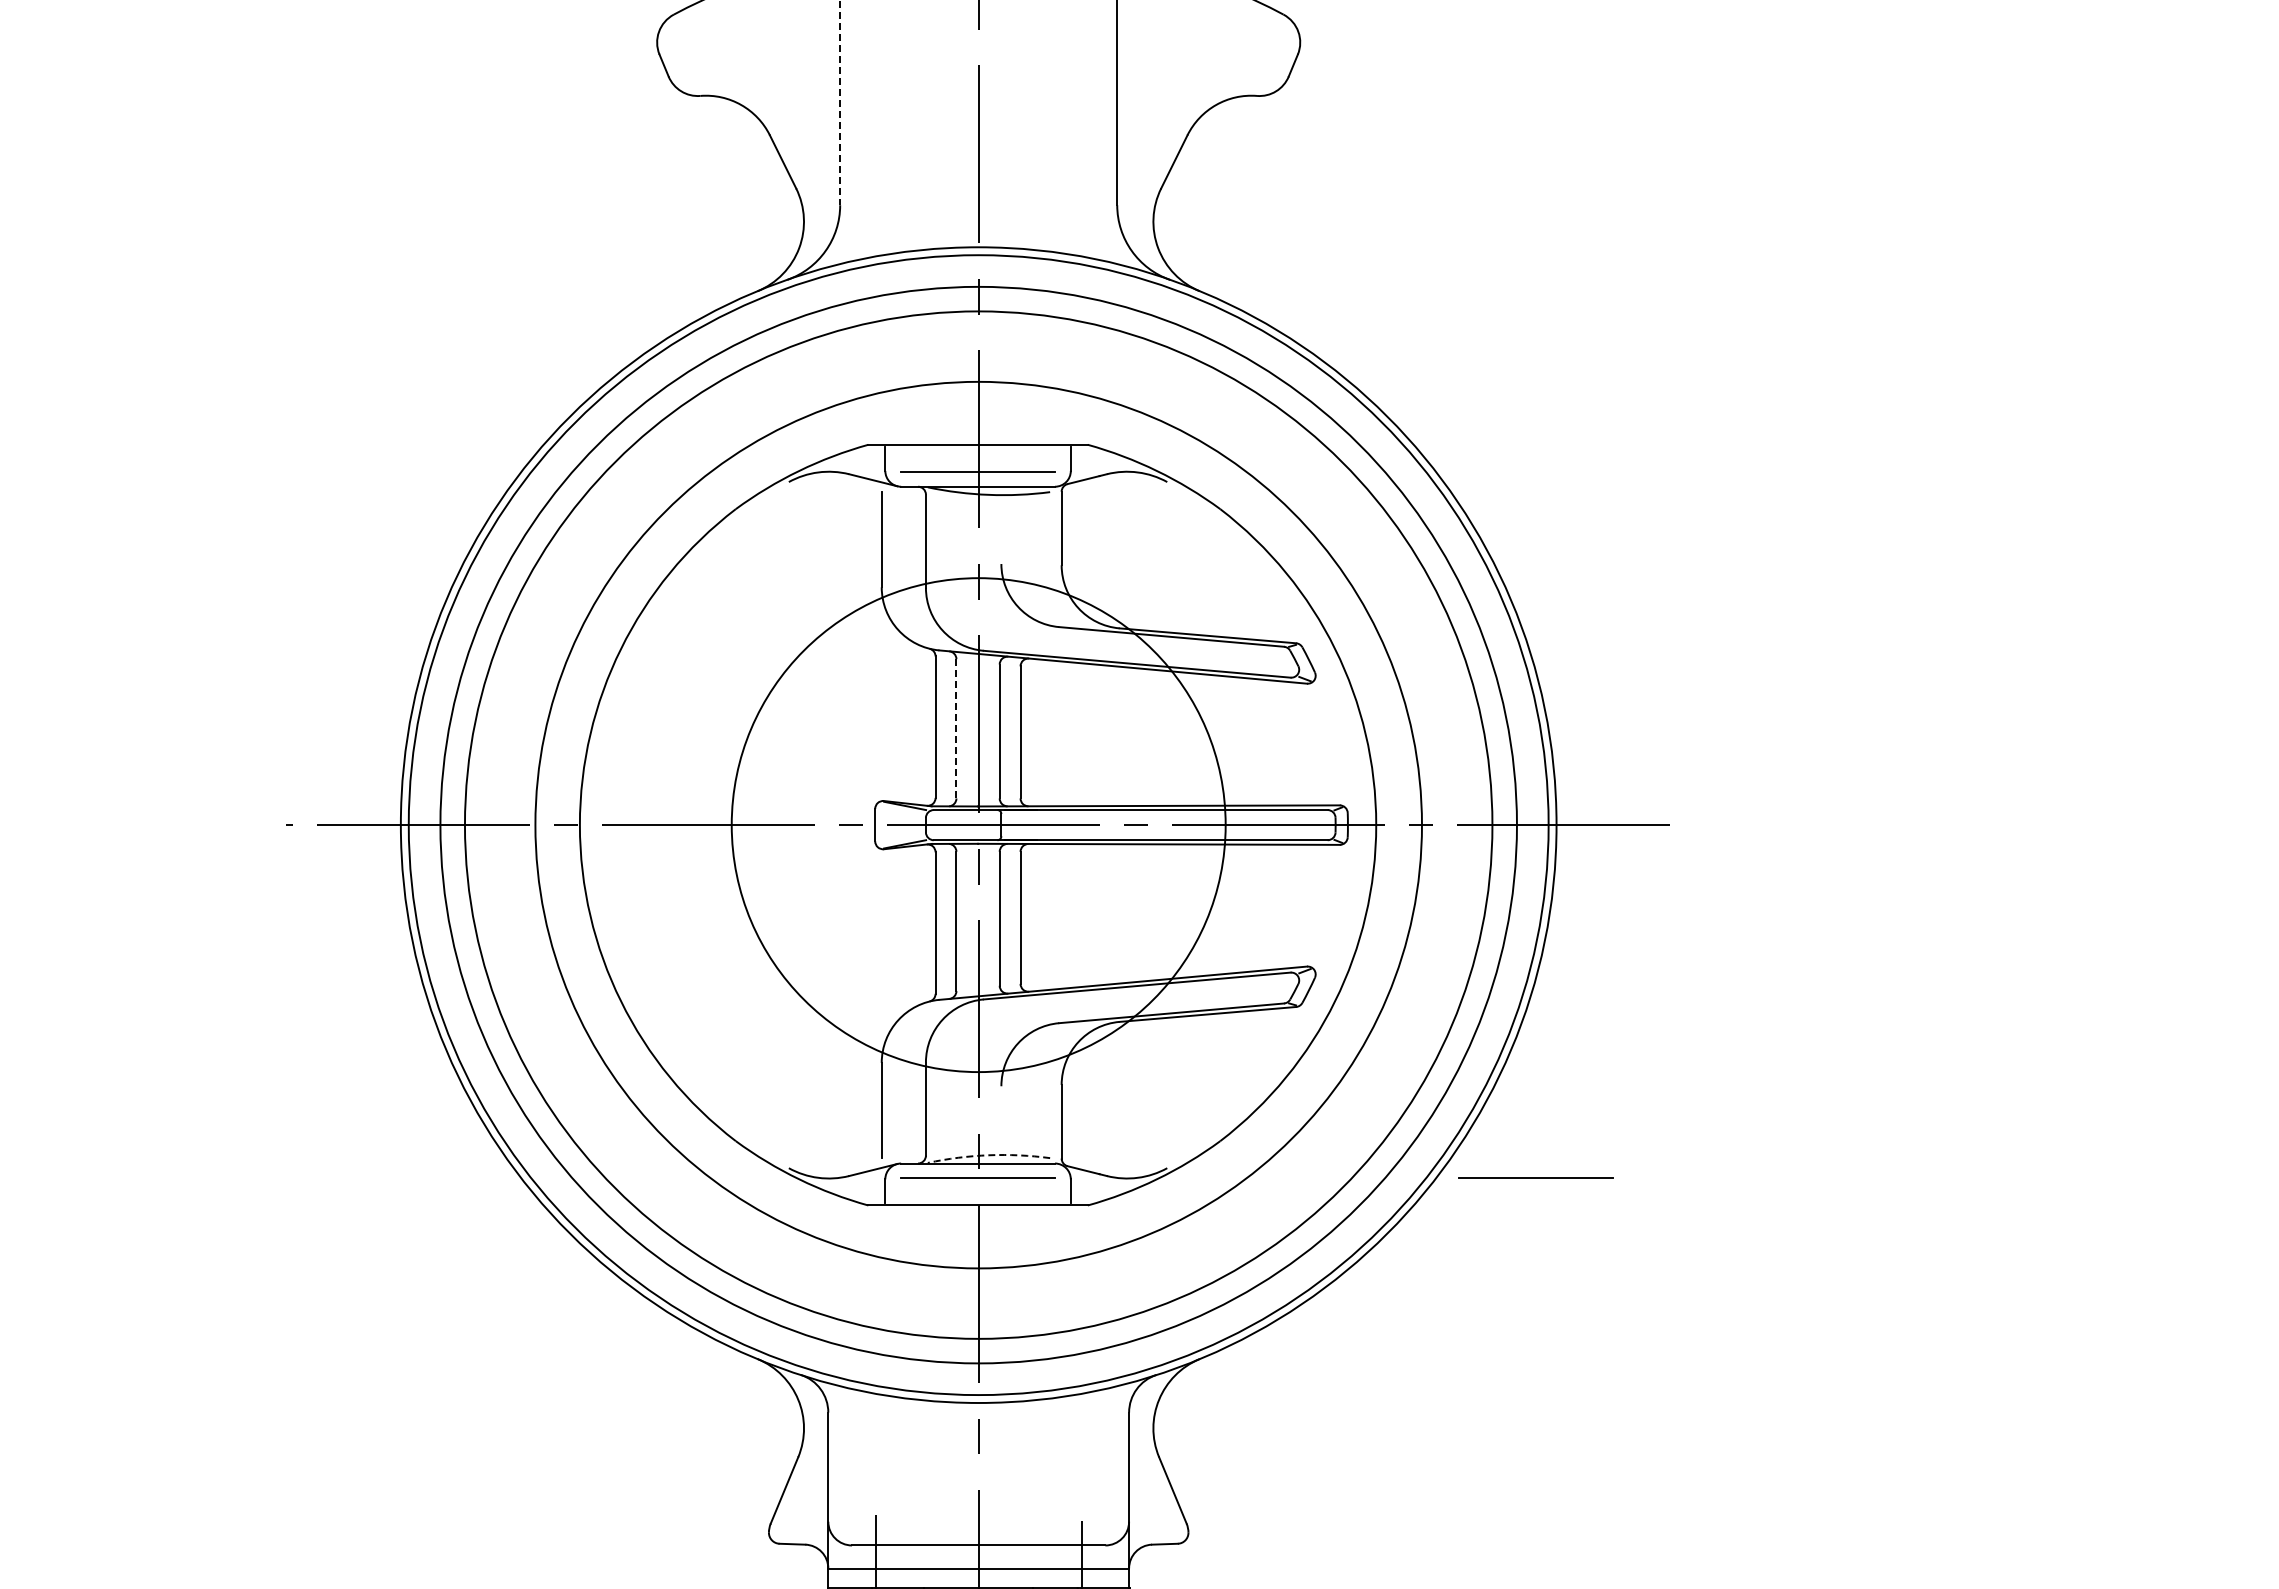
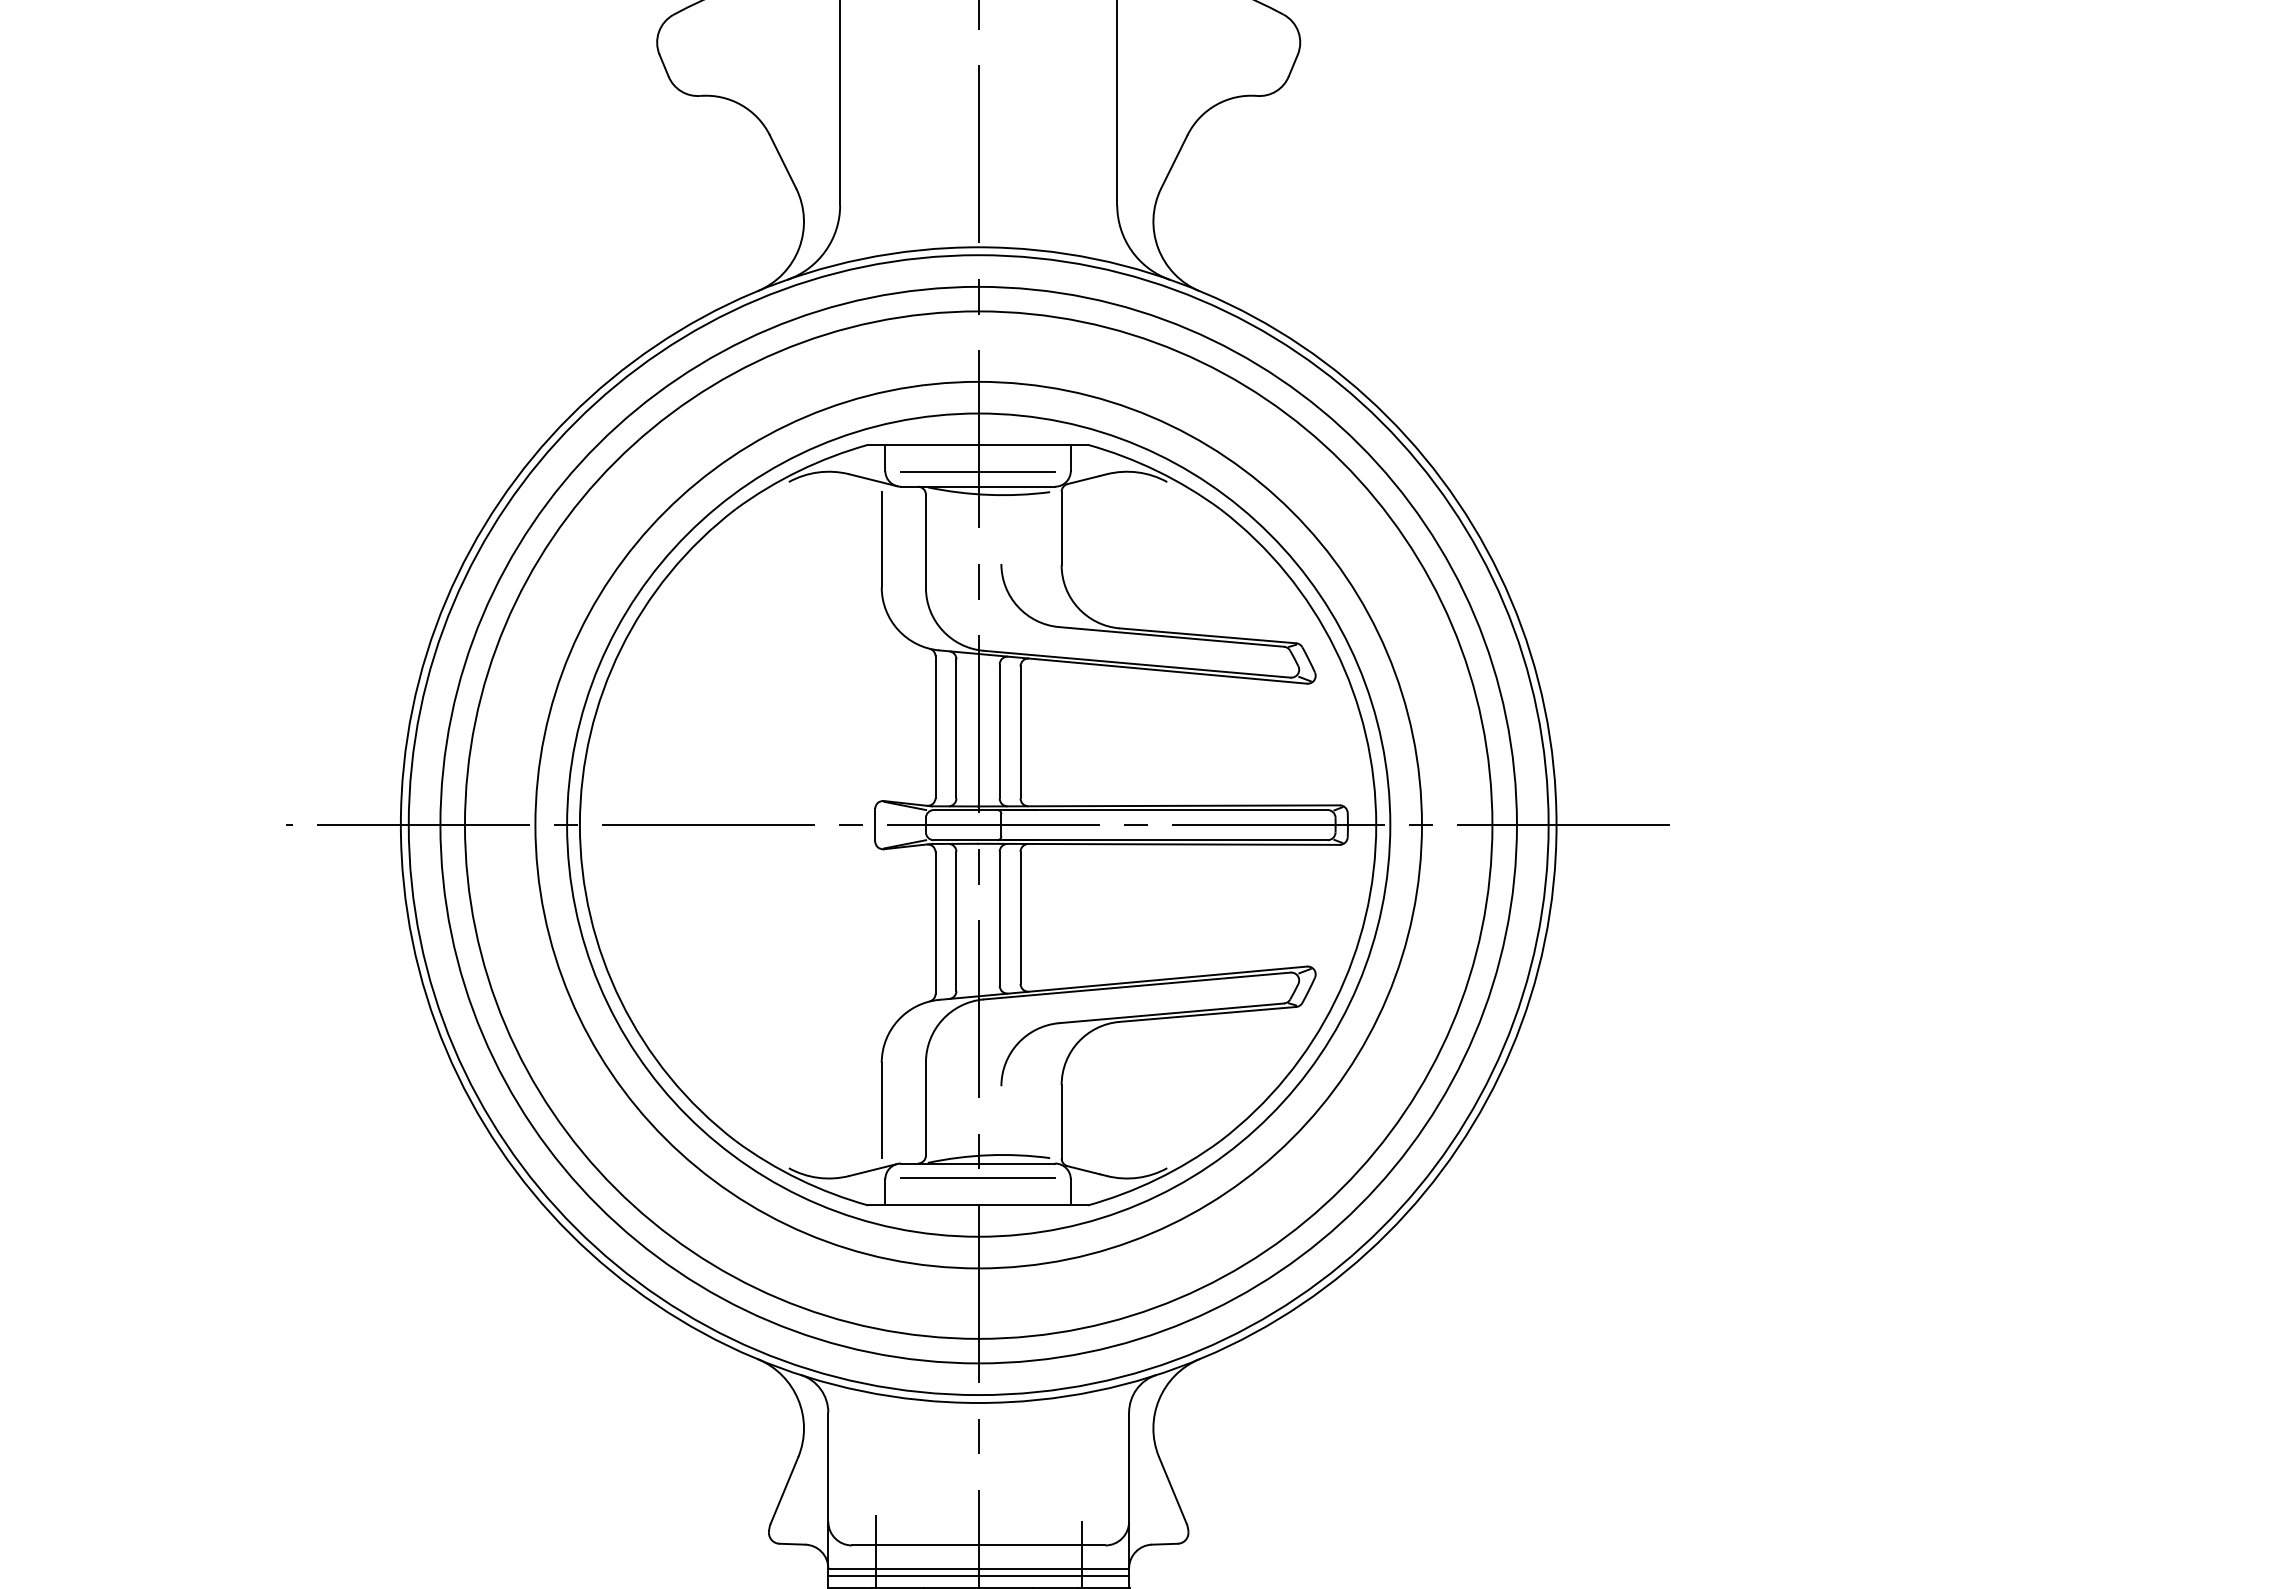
line at (840, 103): dashed -> solid
line at (956, 728): dashed -> solid
circle at (978, 825) diameter: 494 px -> 823 px
arc at (988, 1155): dashed -> solid
line at (1535, 1177): present -> none
line at (978, 1575): none -> present
